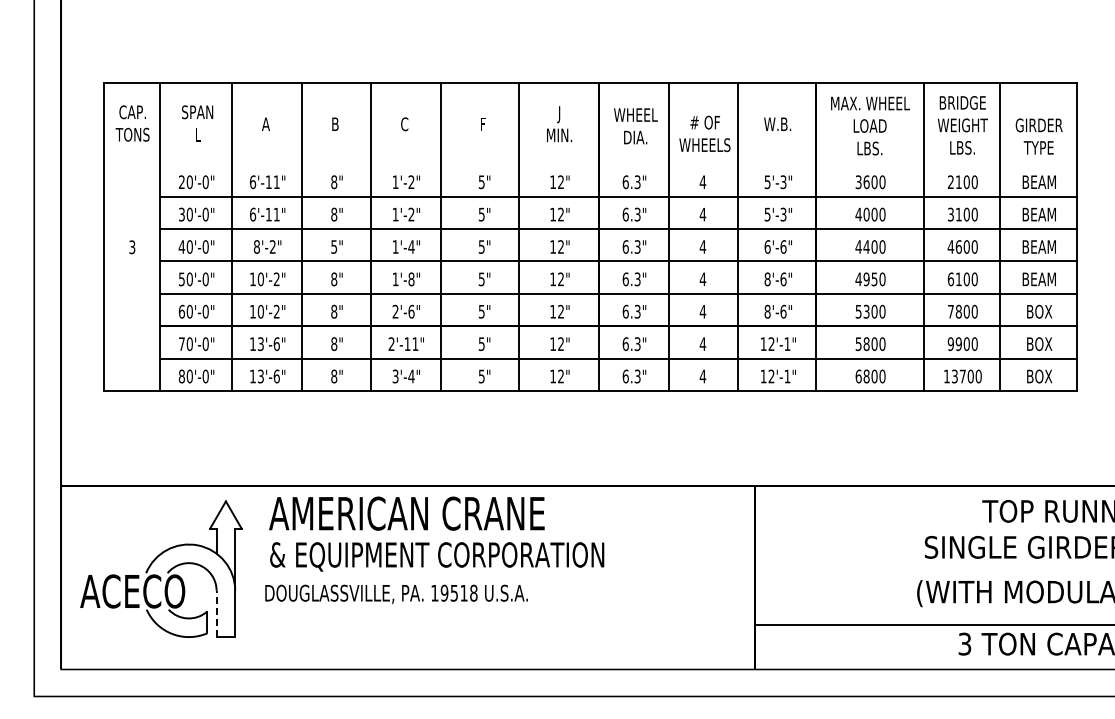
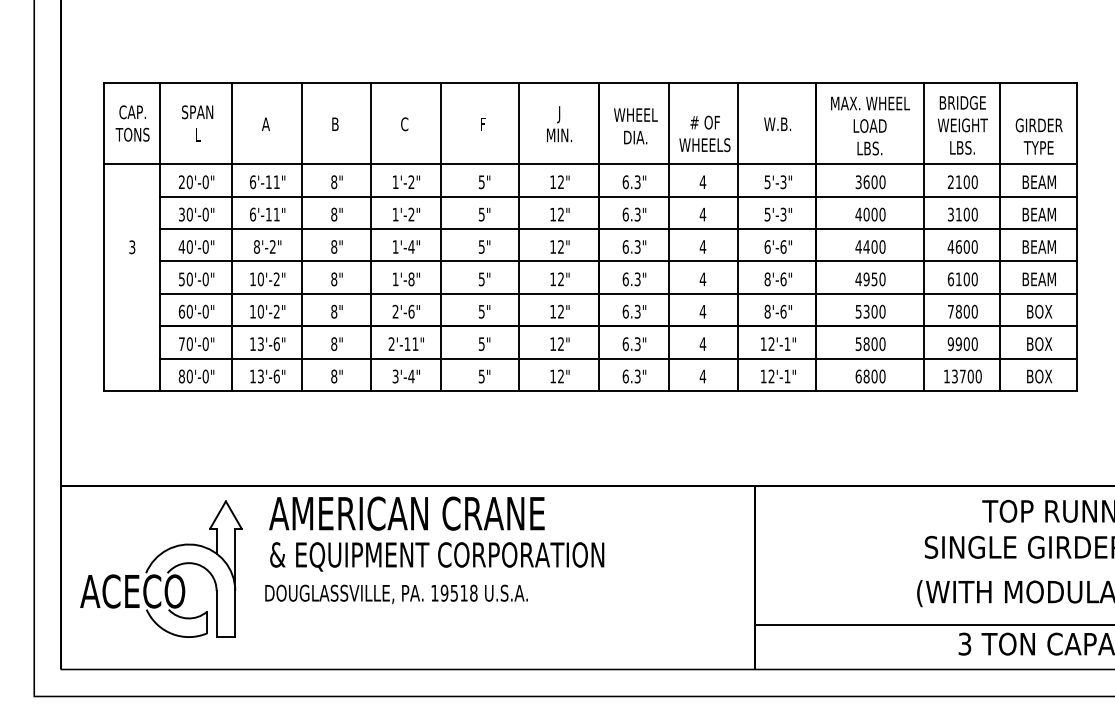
line at (589, 164): none -> present
text at (334, 246): 5" -> 8"
line at (216, 613): dashed -> solid
